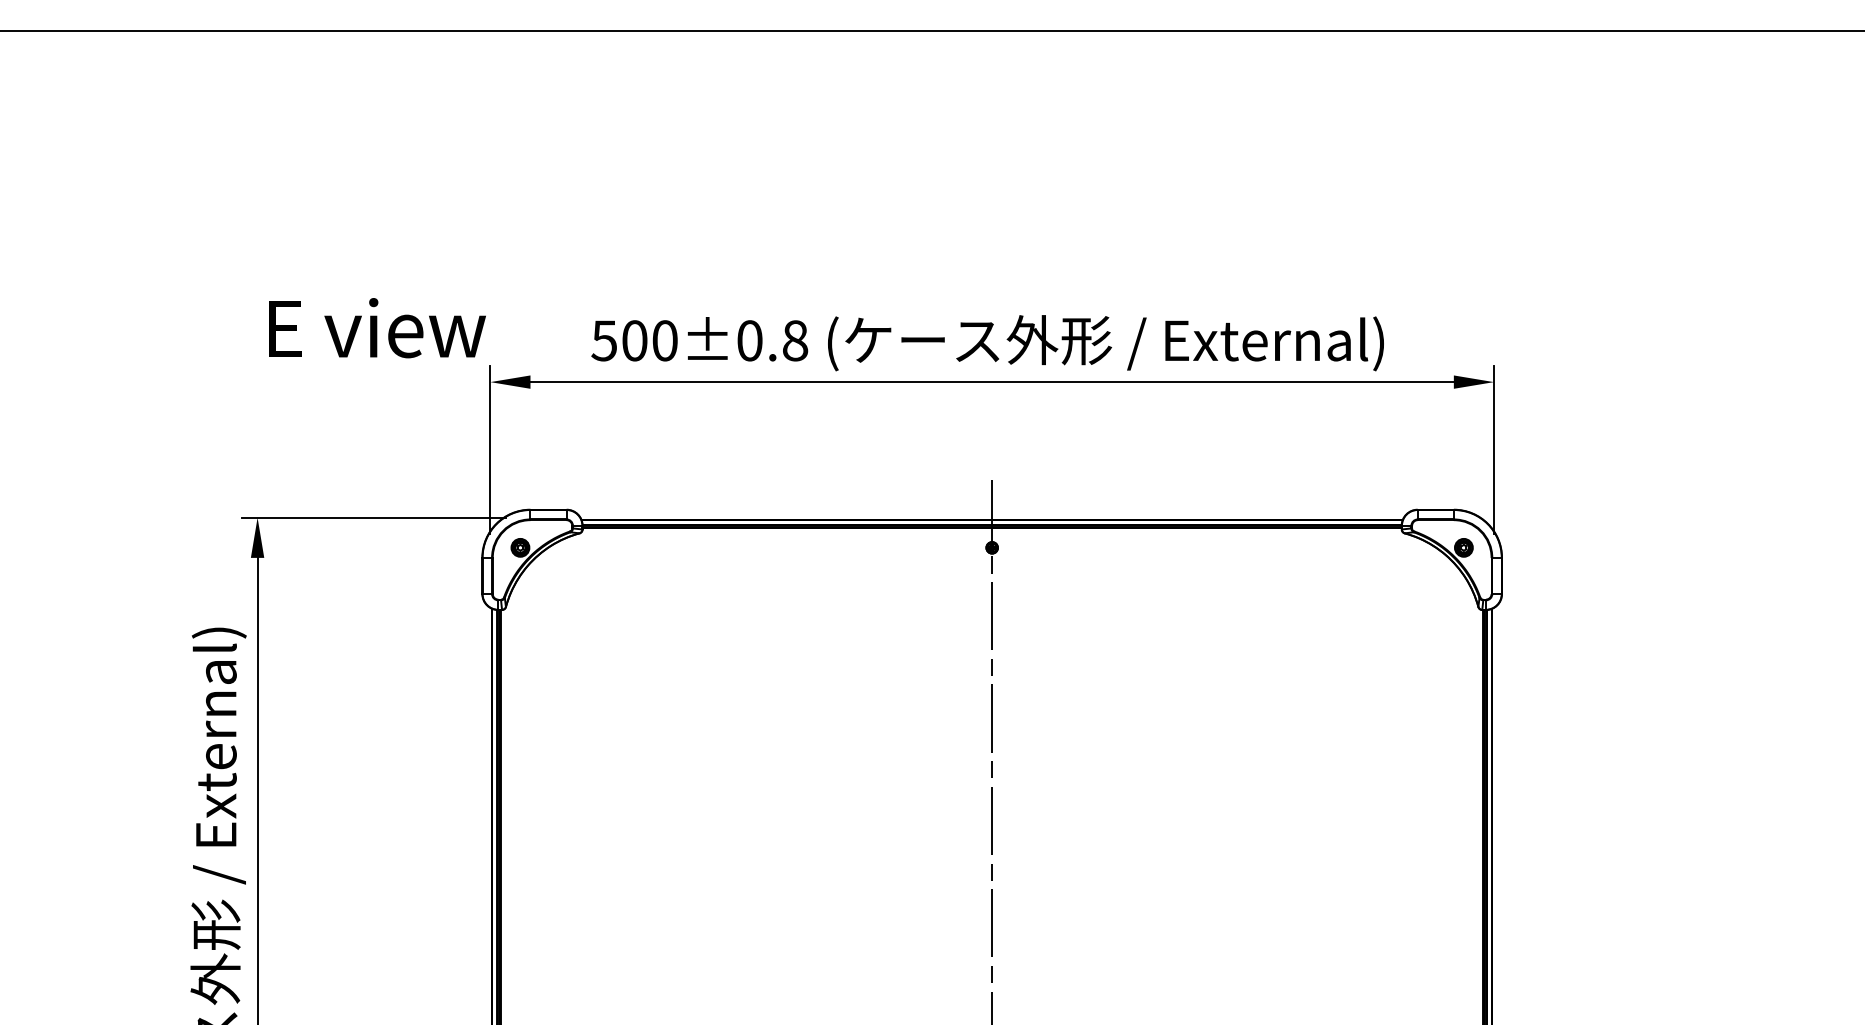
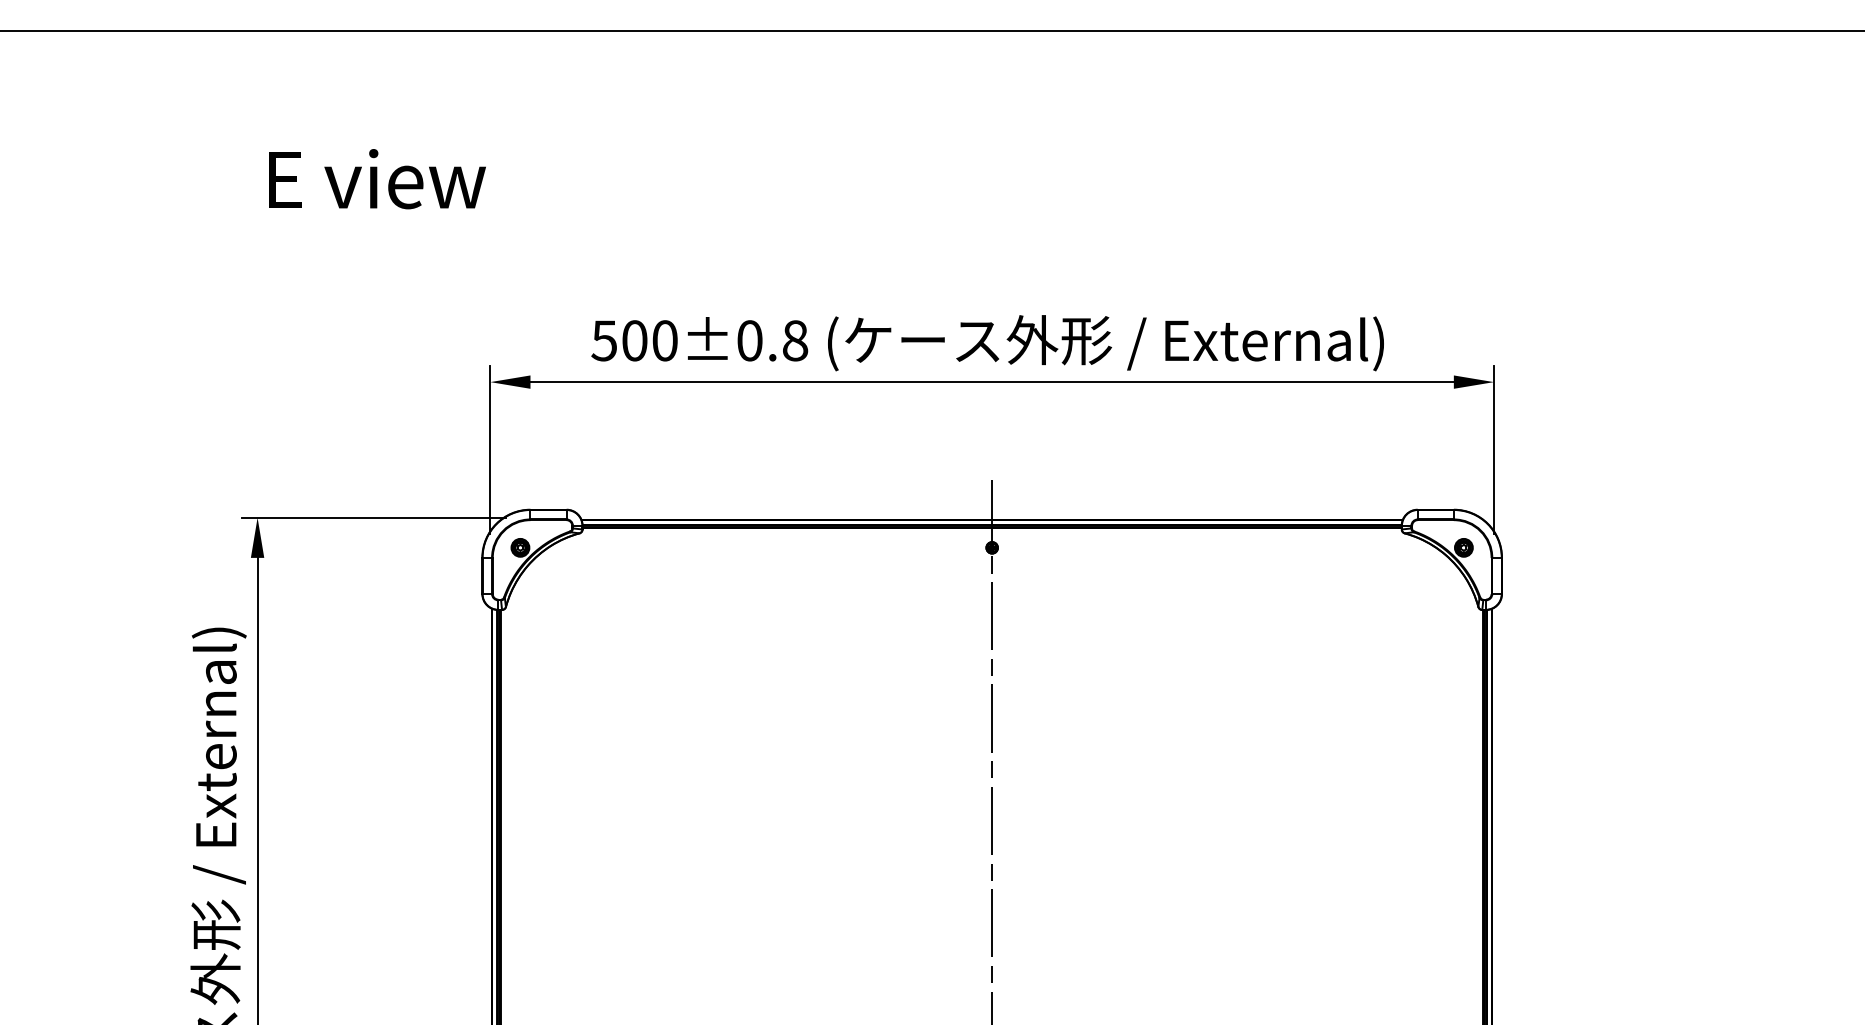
text at (377, 328) position: (377, 328) -> (377, 179)
